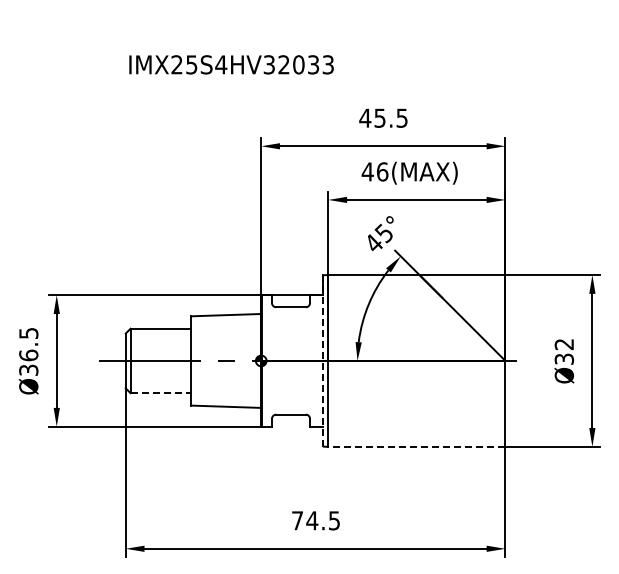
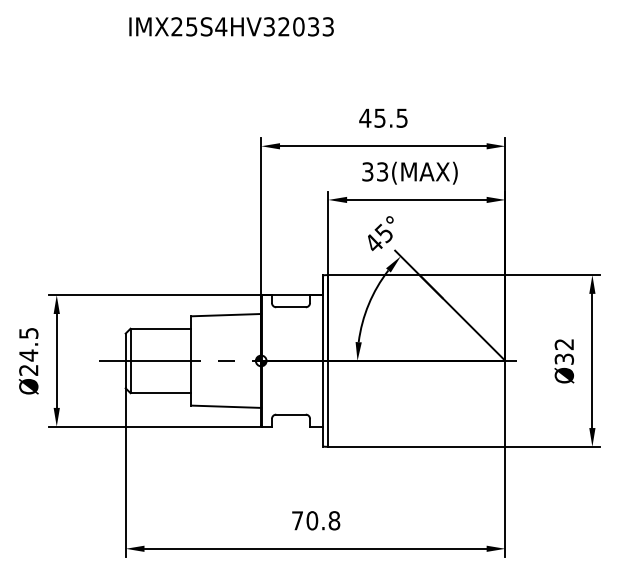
text at (231, 64) position: (231, 64) -> (231, 26)
text at (374, 171): 46(MAX) -> 33(MAX)
line at (322, 360): dashed -> solid
text at (28, 362): Ø36.5 -> Ø24.5
line at (161, 393): dashed -> solid
line at (416, 446): dashed -> solid
text at (323, 520): 74.5 -> 70.8
